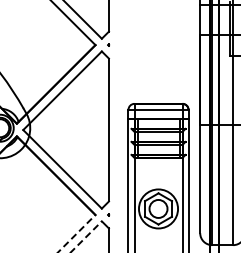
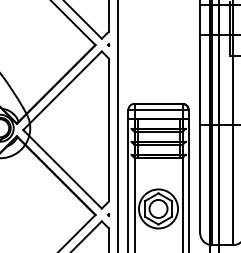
line at (117, 125): none -> present
line at (76, 233): dashed -> solid
line at (86, 236): dashed -> solid
